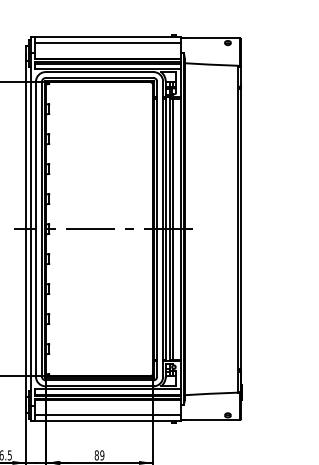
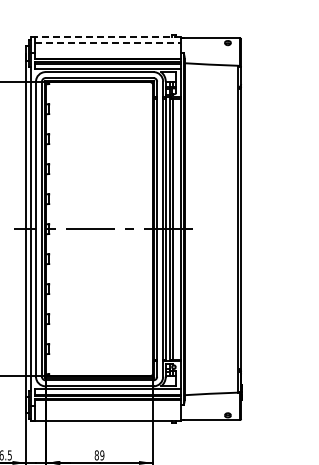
line at (106, 37): solid -> dashed
line at (108, 43): solid -> dashed
line at (107, 415): present -> none
